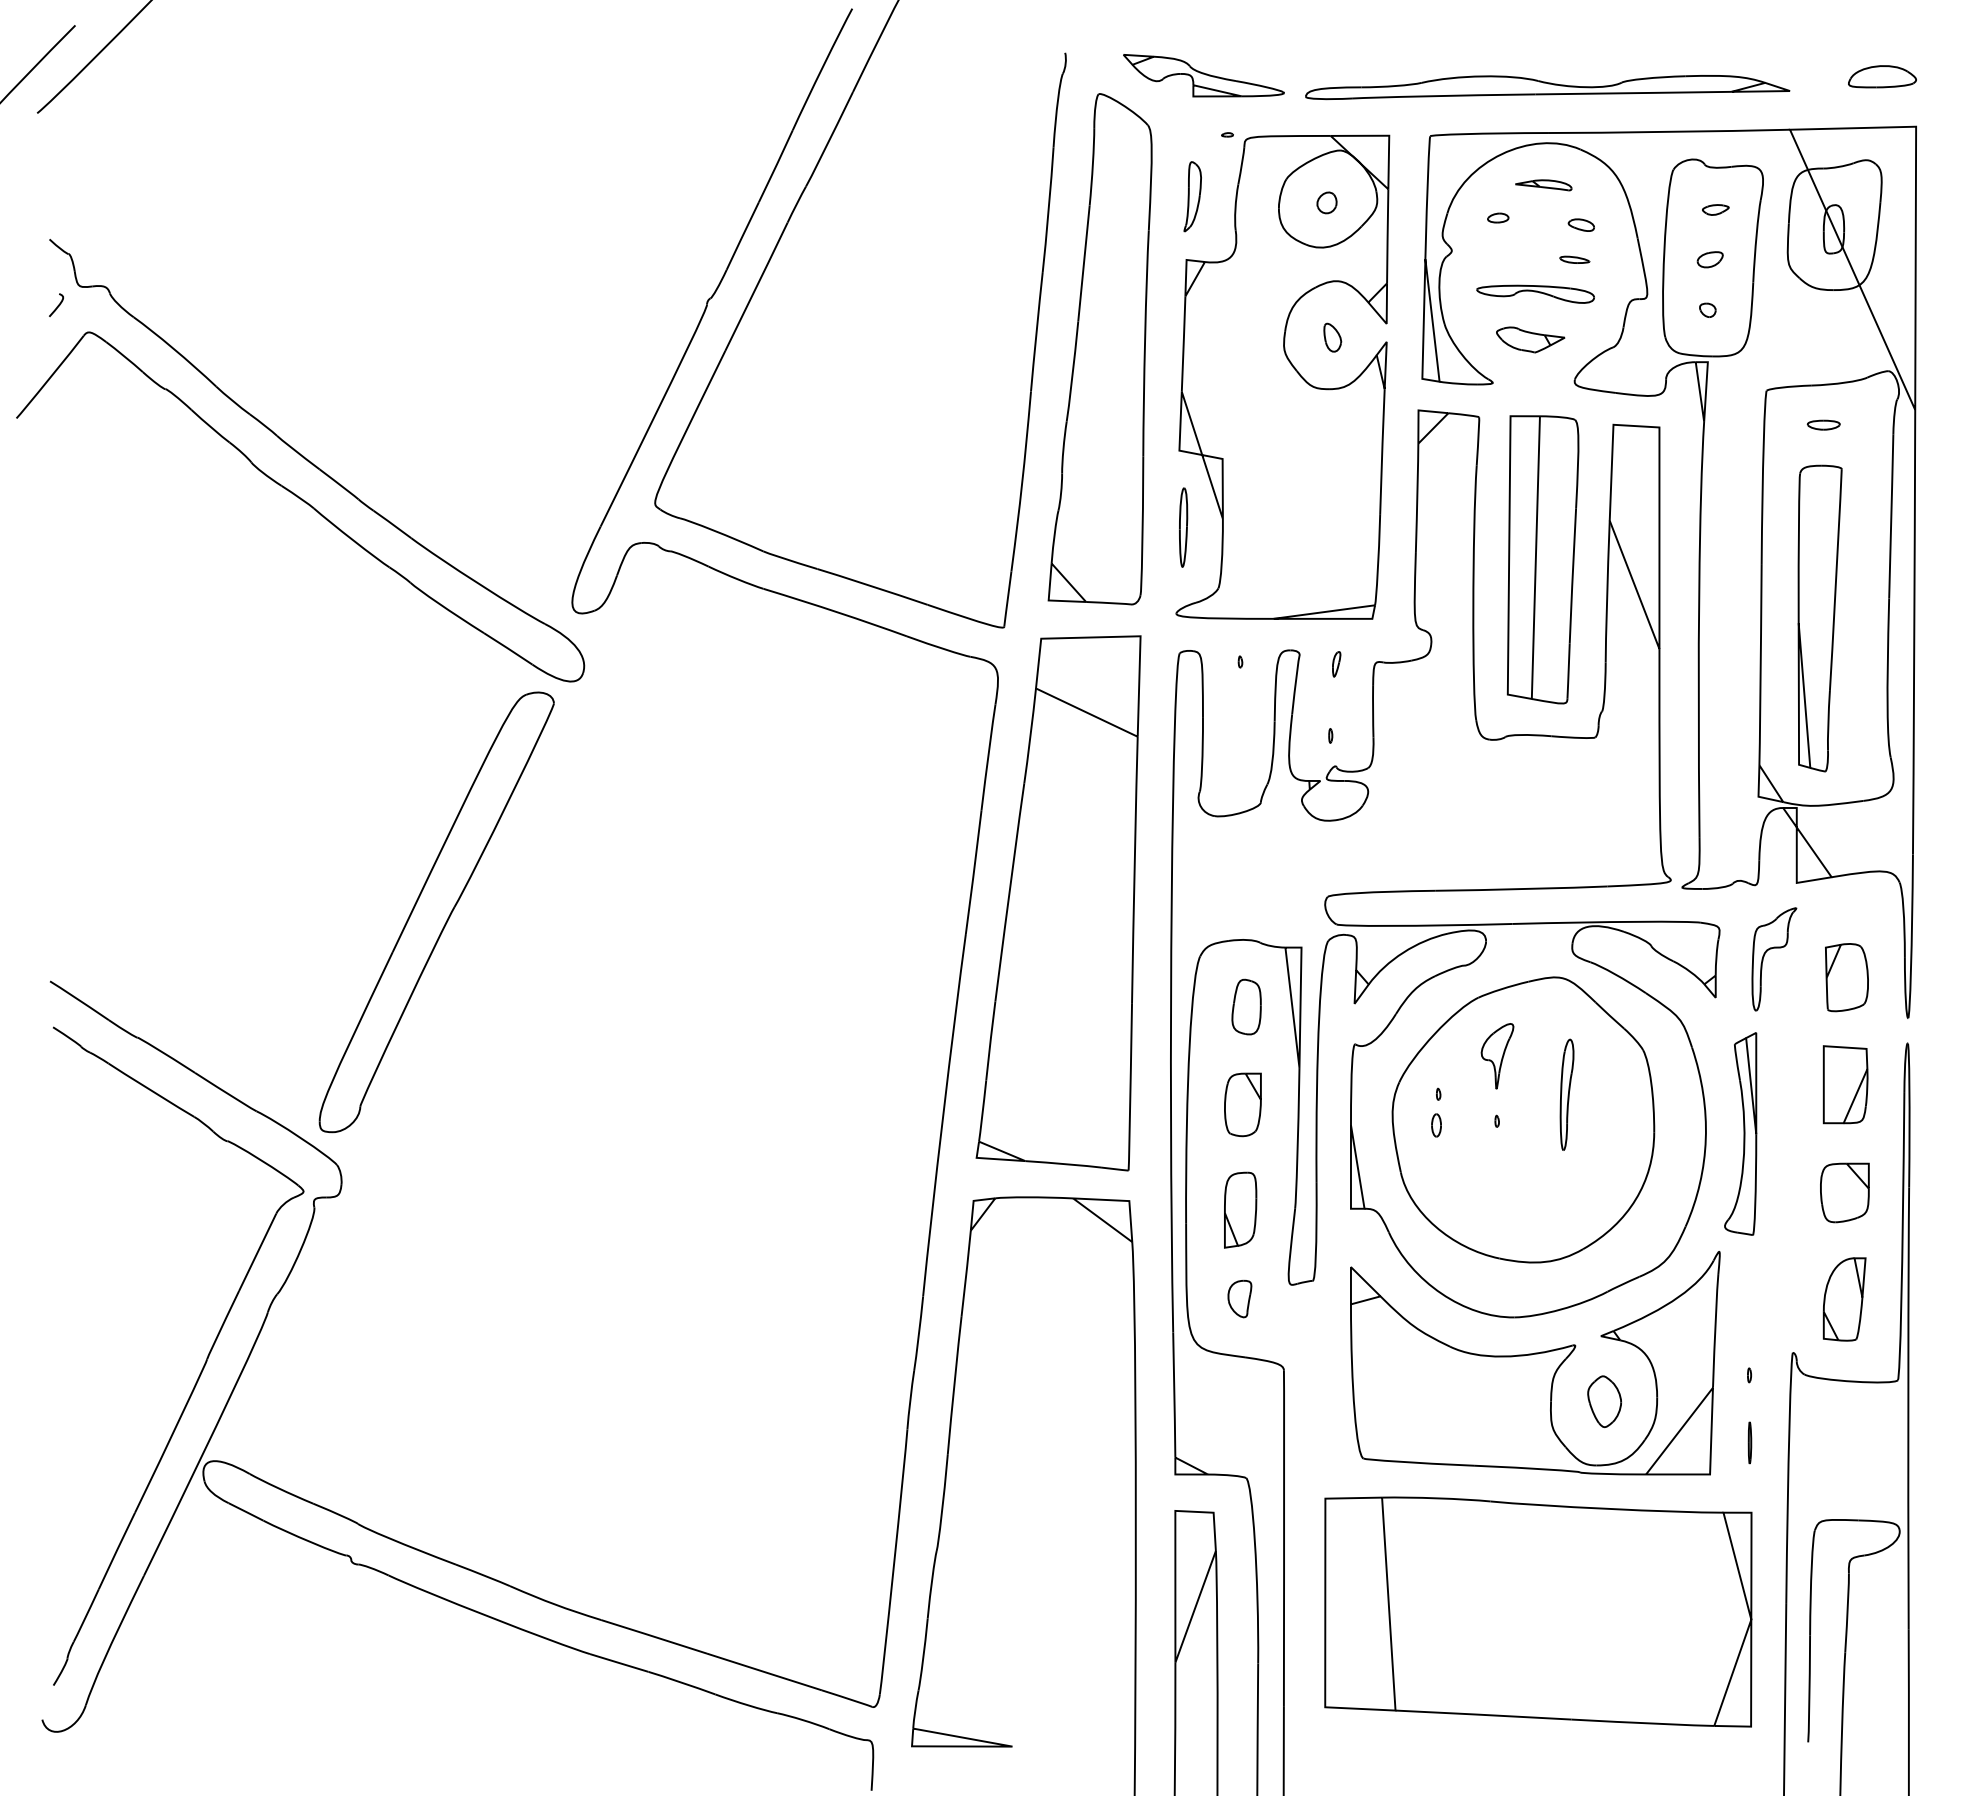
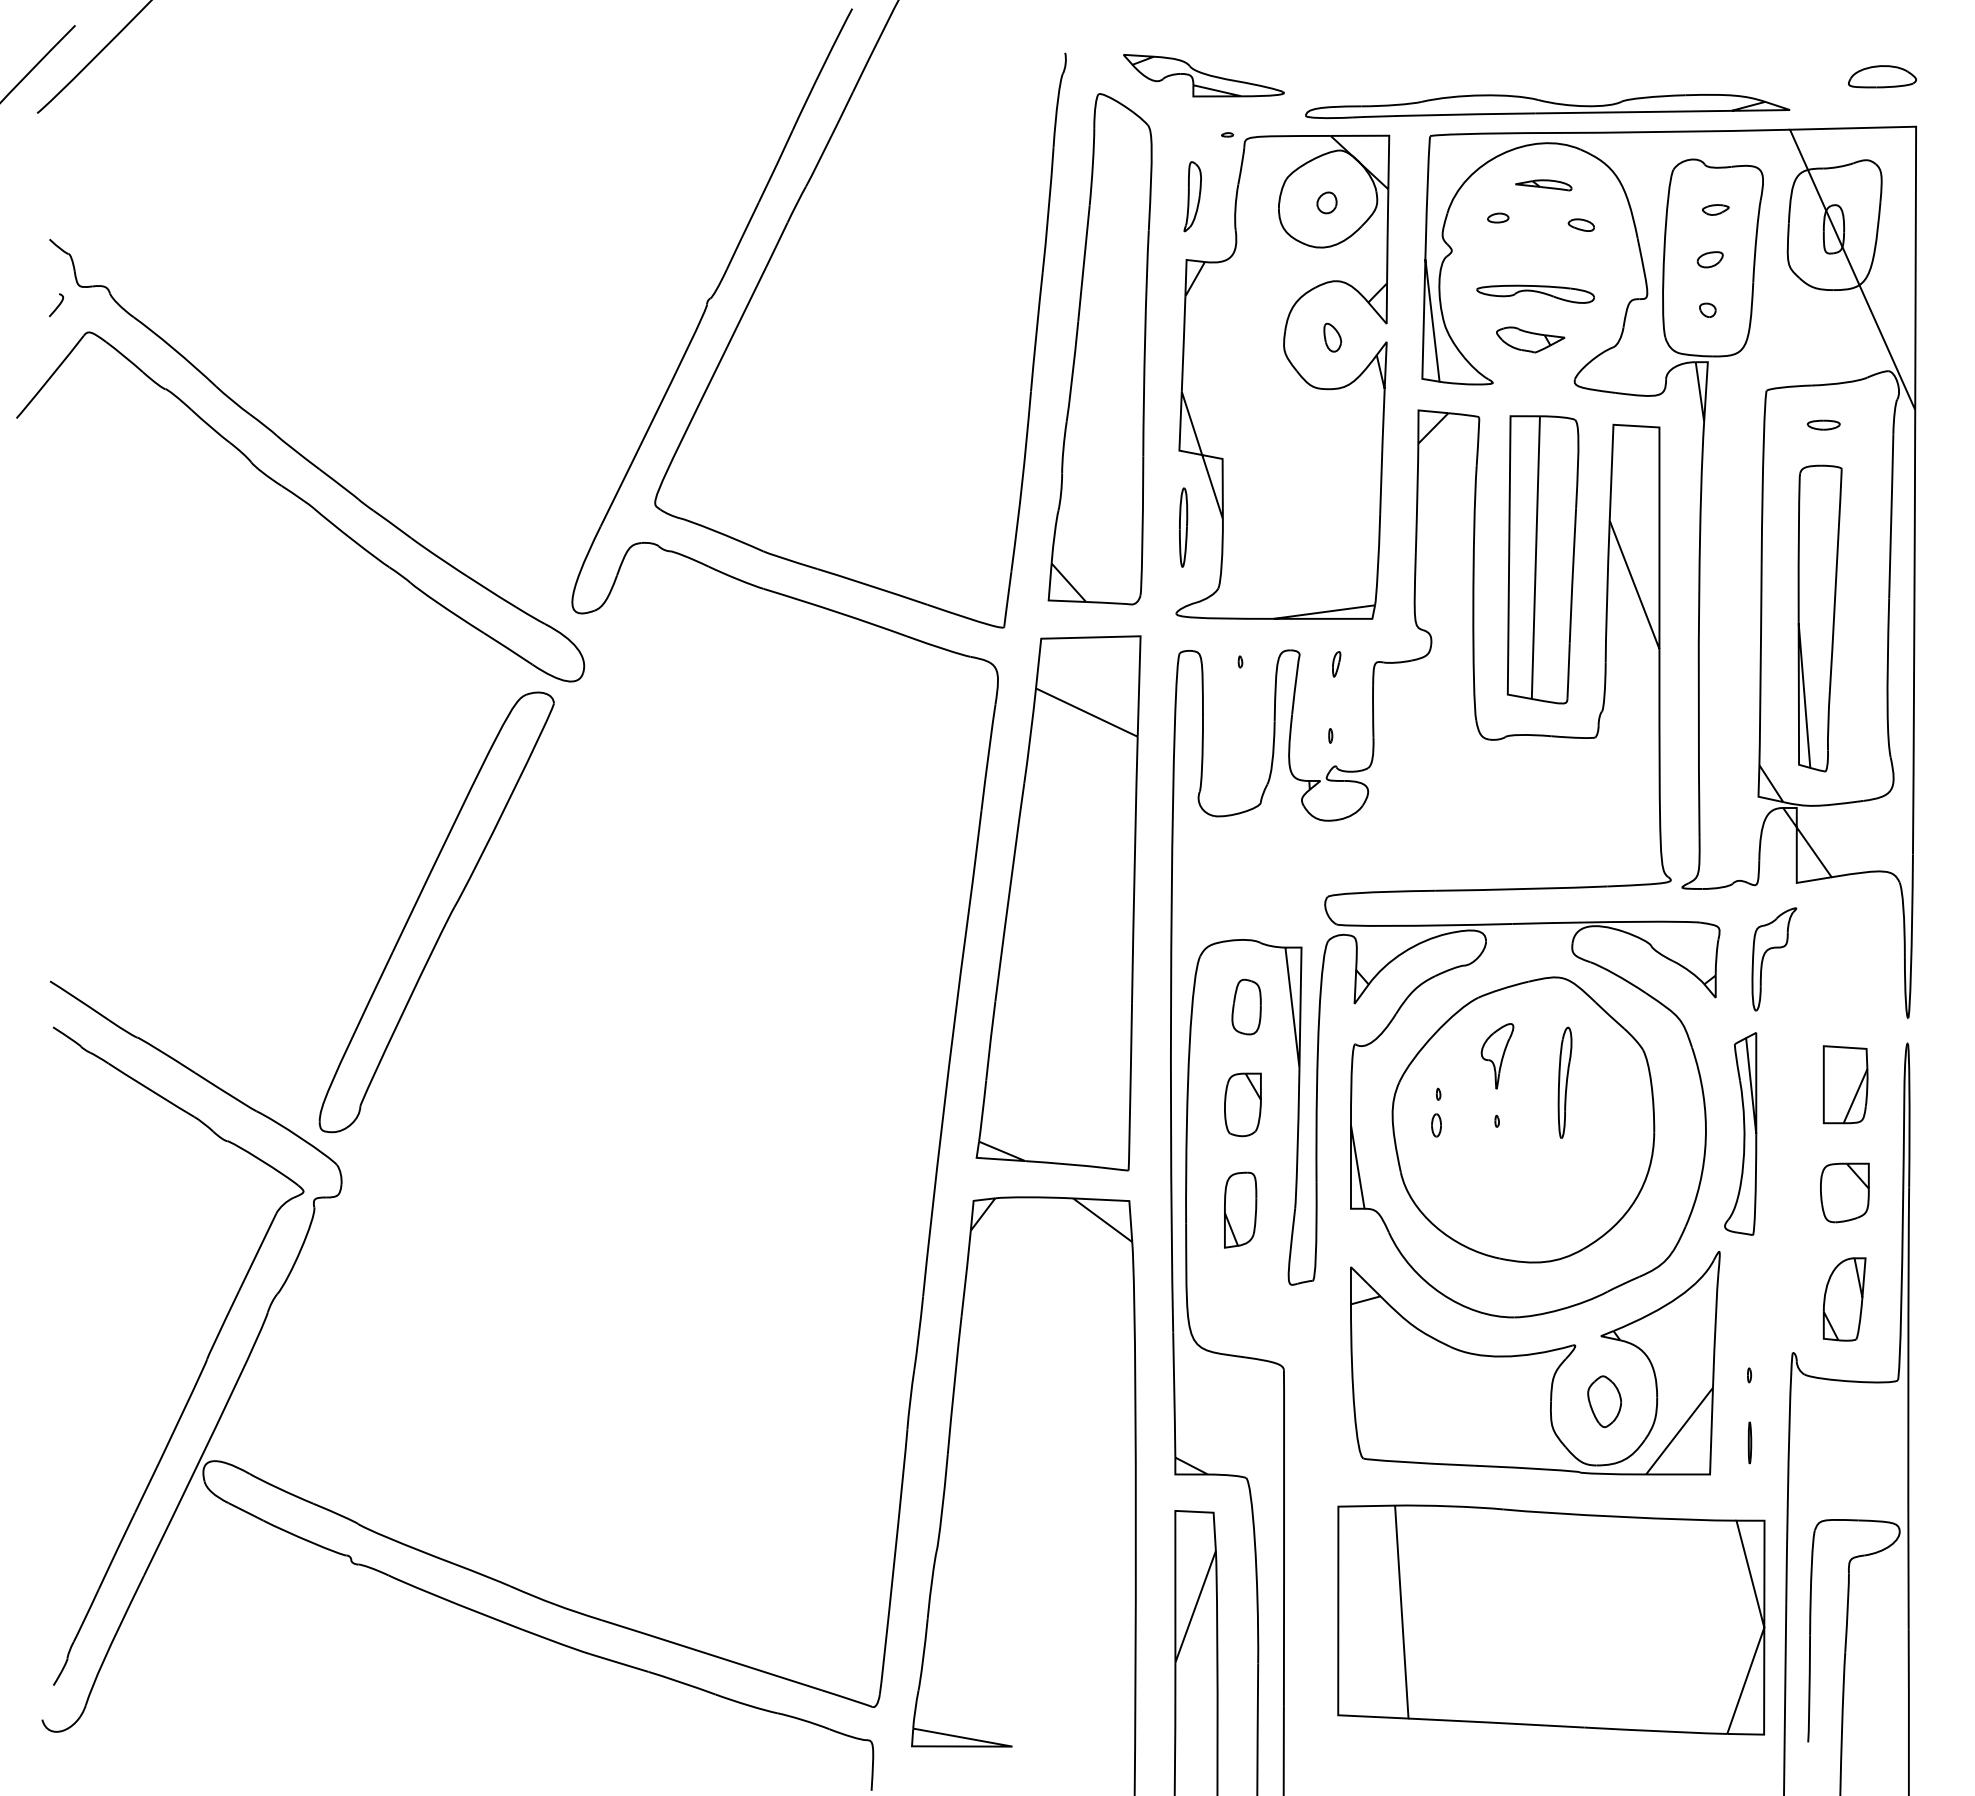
part at (1547, 87) position: (1547, 87) -> (1547, 106)
part at (1574, 259): present -> none
part at (1846, 977): present -> none
part at (1566, 1094) position: (1566, 1094) -> (1564, 1082)
part at (1239, 1299): present -> none
part at (1538, 1611) position: (1538, 1611) -> (1551, 1619)
